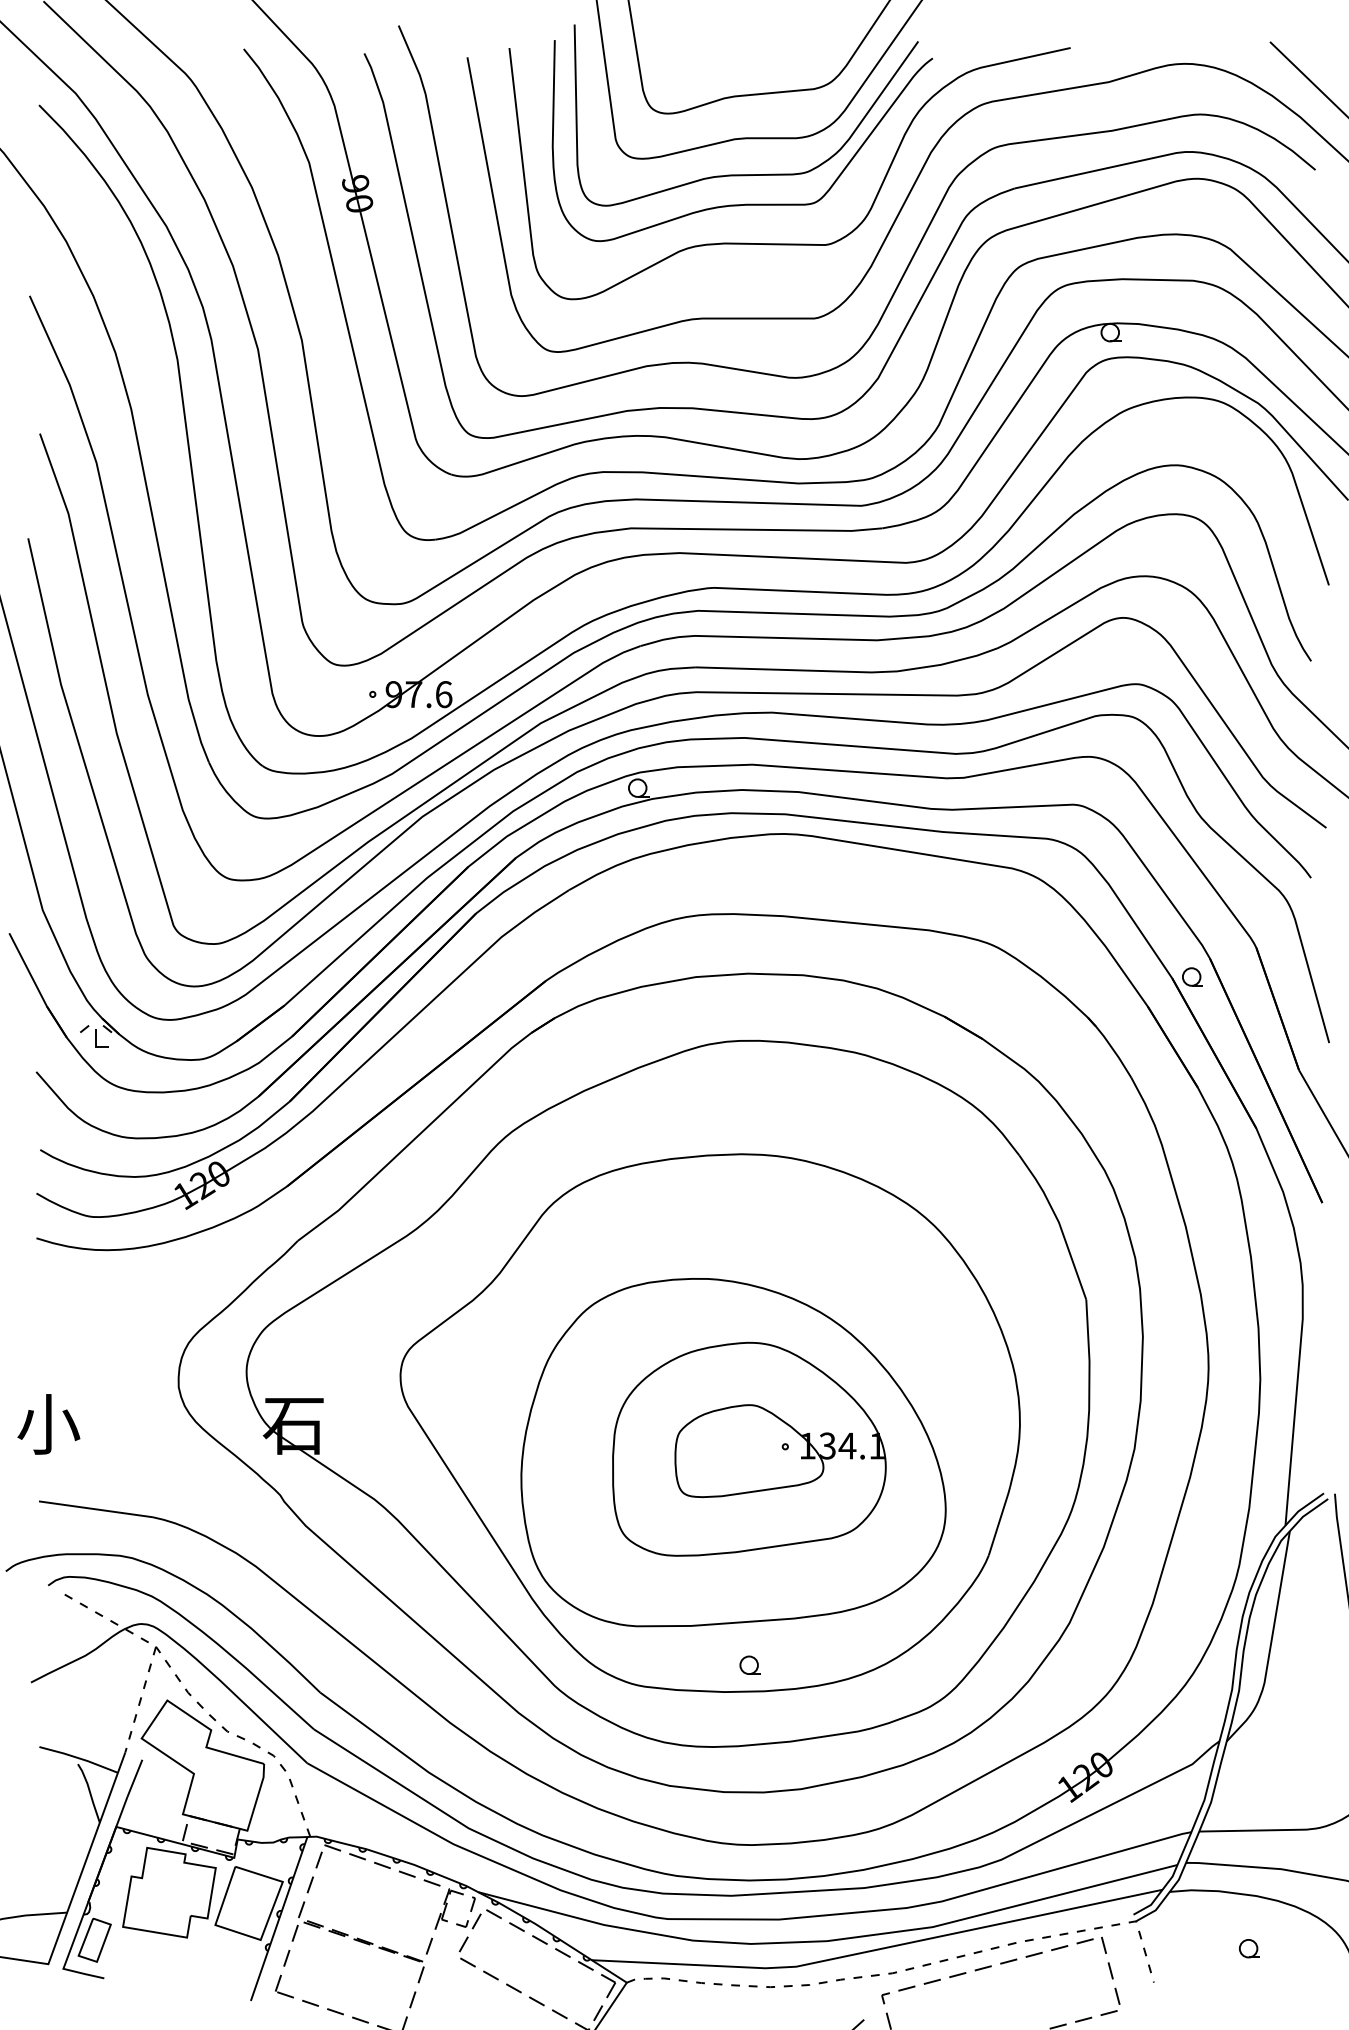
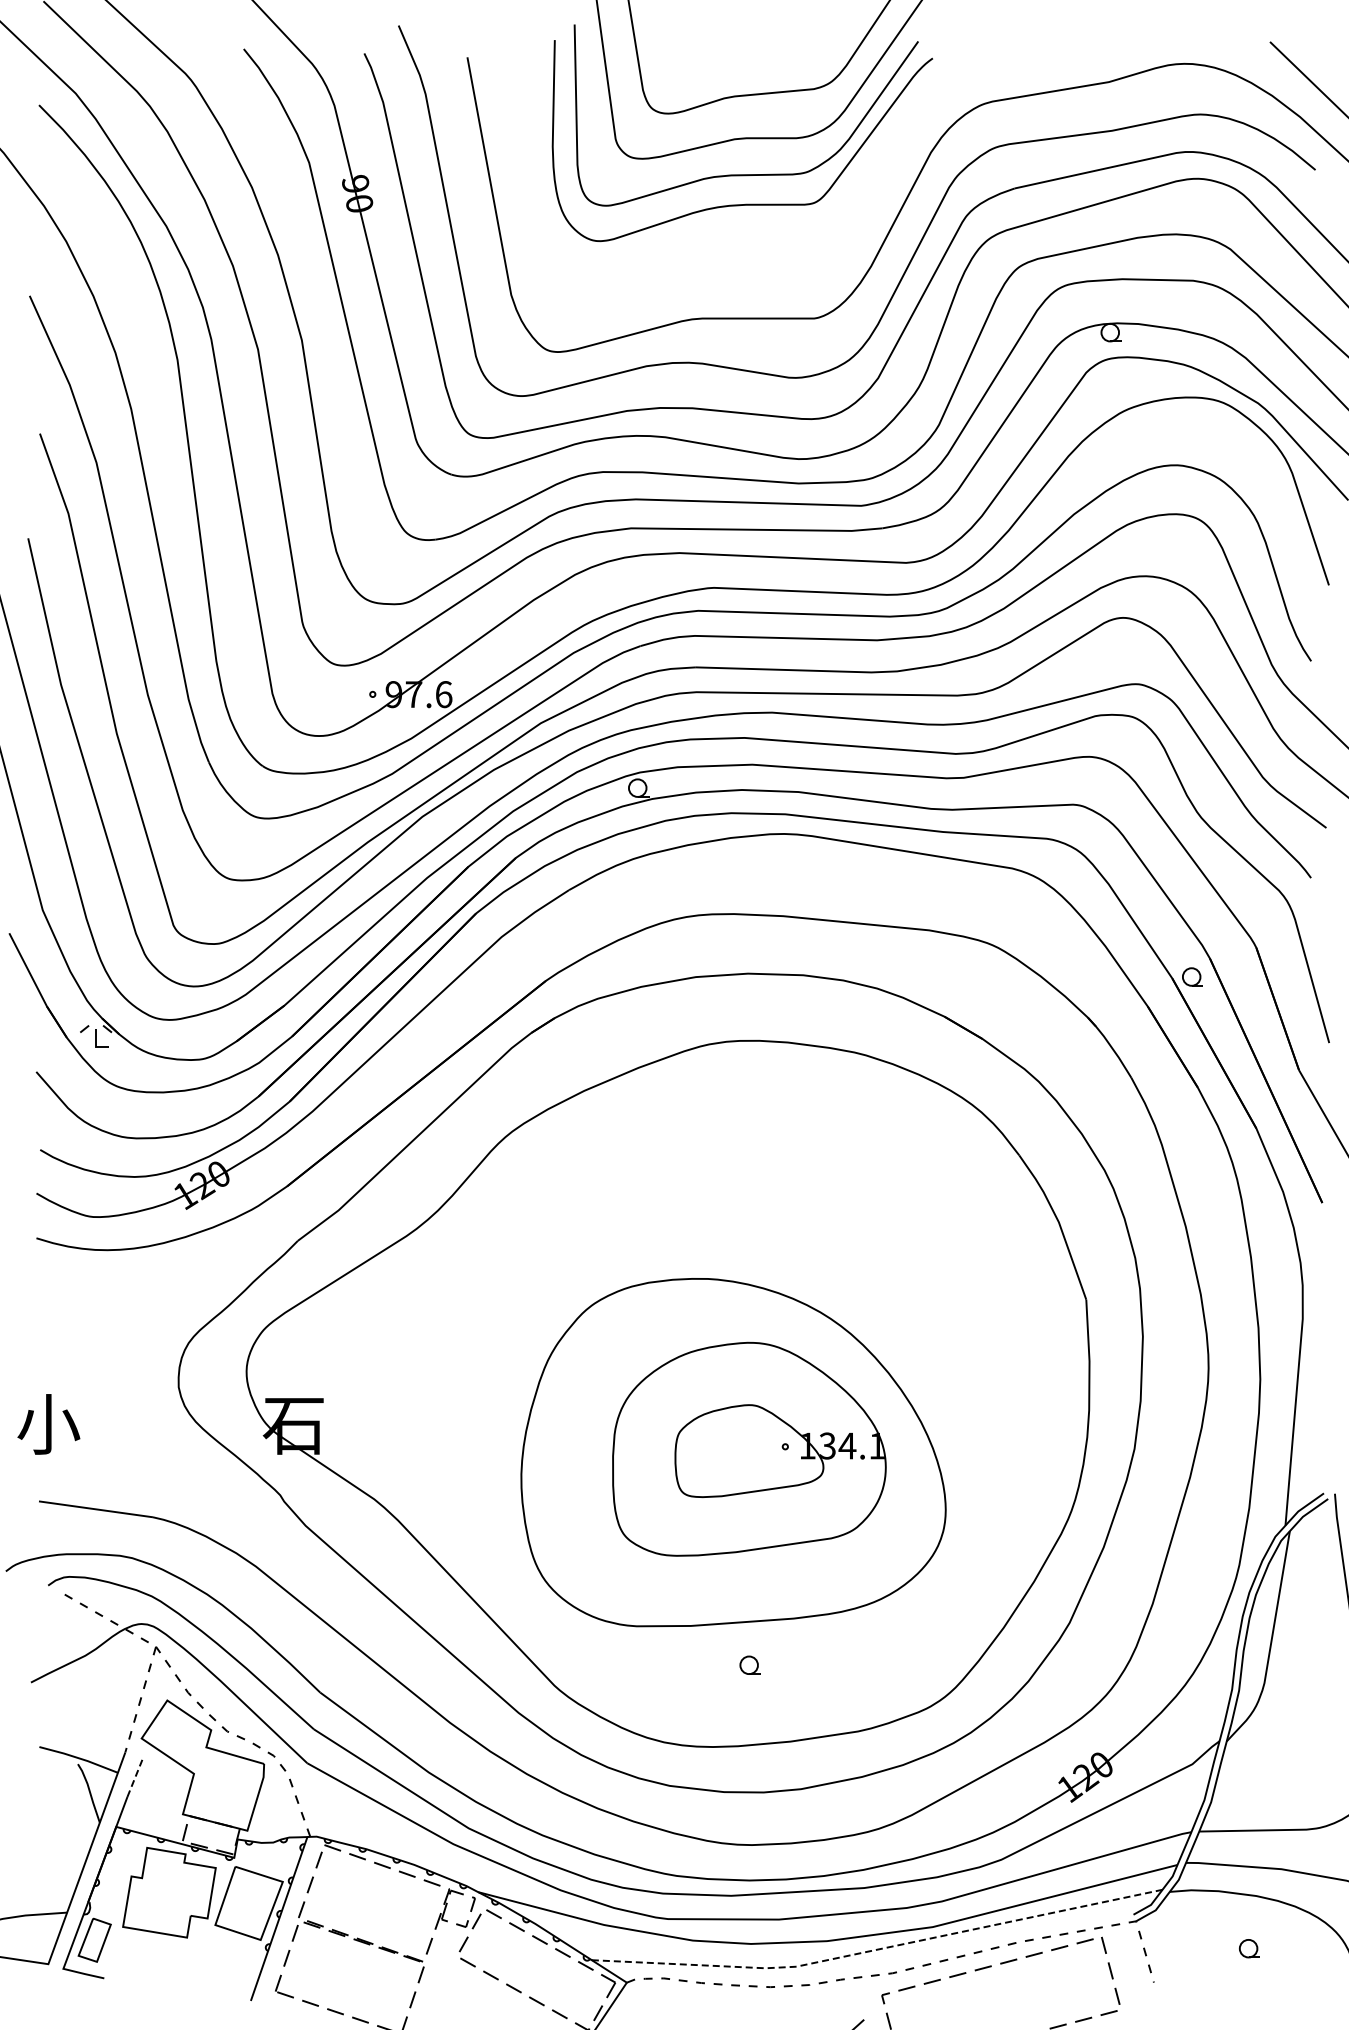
curve at (789, 243): present -> none
part at (709, 1422): present -> none
line at (135, 1777): solid -> dashed
line at (878, 1949): solid -> dashed
